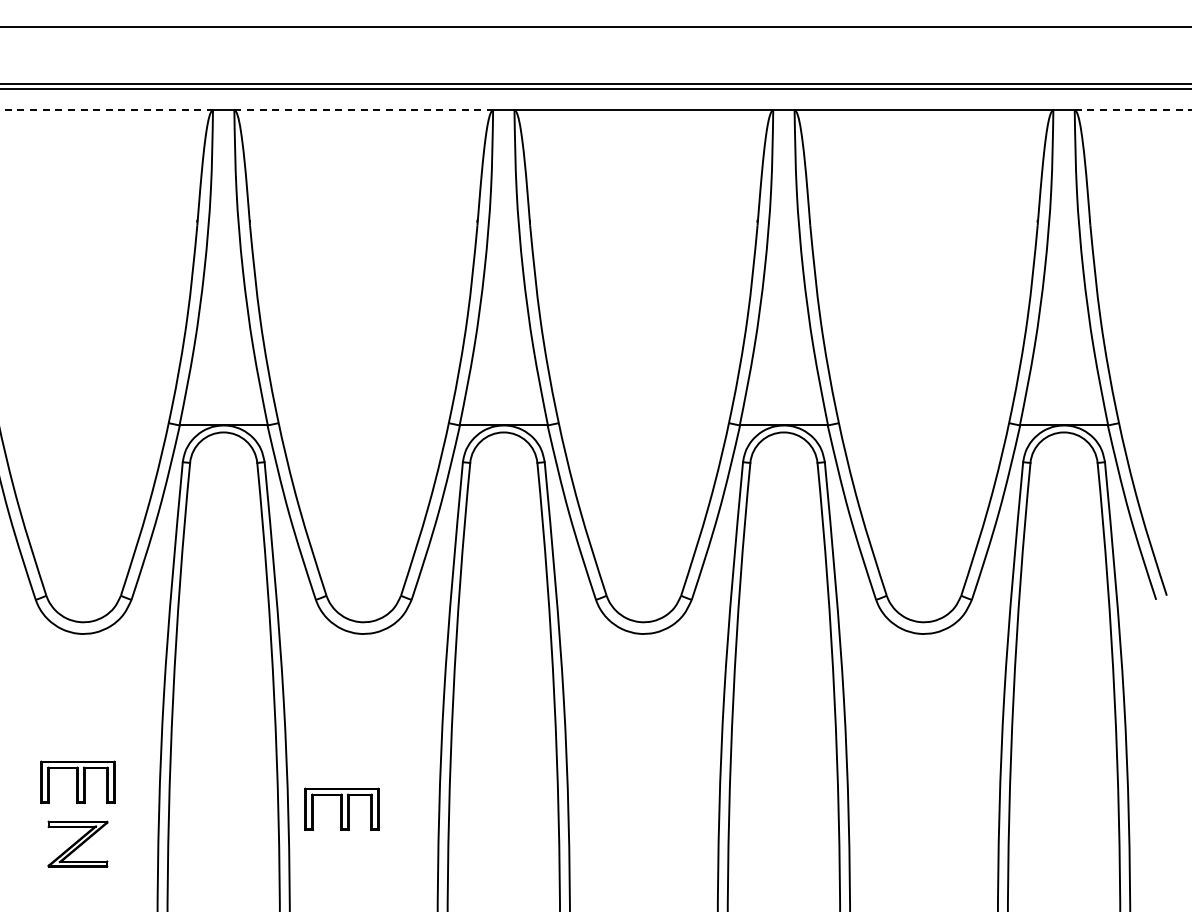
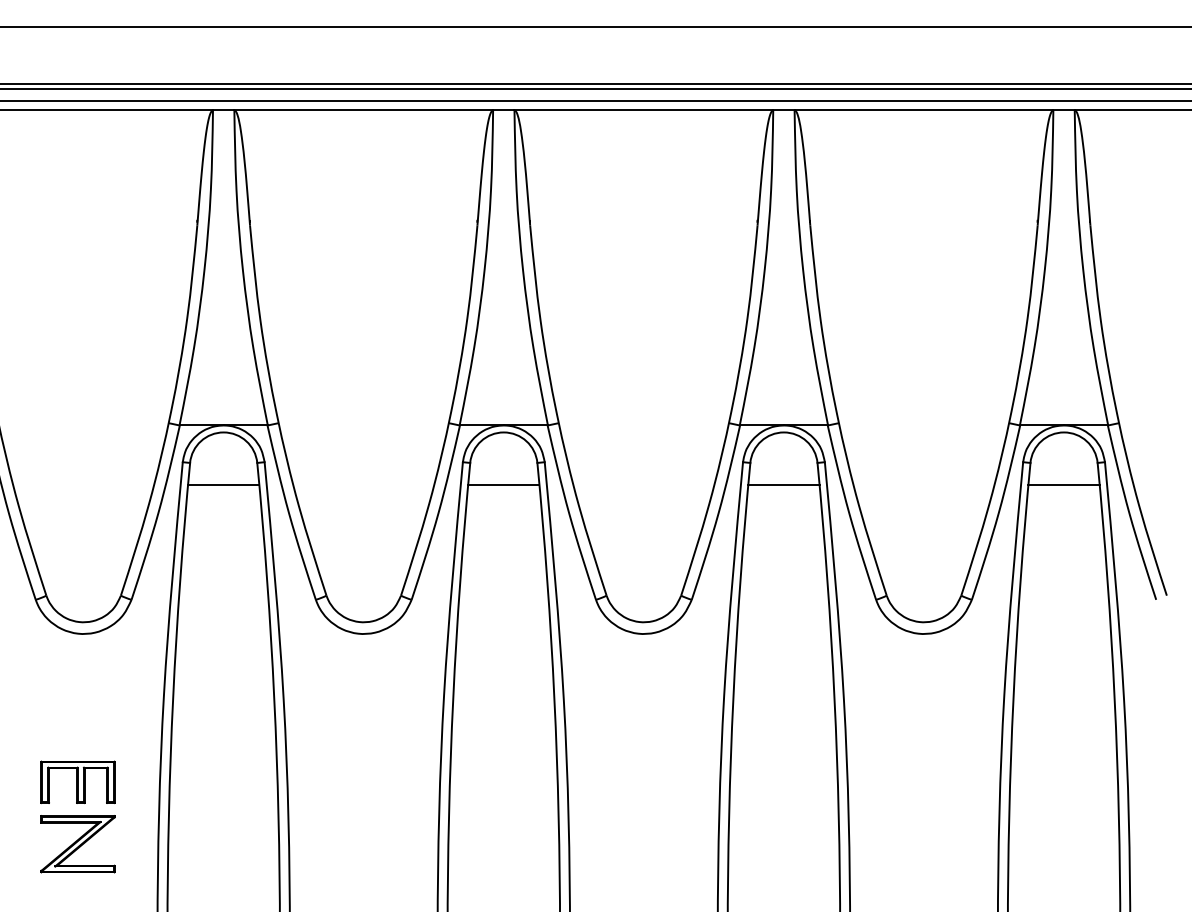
line at (595, 100): none -> present
line at (107, 110): dashed -> solid
line at (364, 110): dashed -> solid
line at (1133, 110): dashed -> solid
line at (223, 484): none -> present
line at (503, 484): none -> present
line at (783, 484): none -> present
line at (1063, 484): none -> present
part at (341, 808): present -> none
part at (77, 843) size: 62x48 px -> 76x59 px
